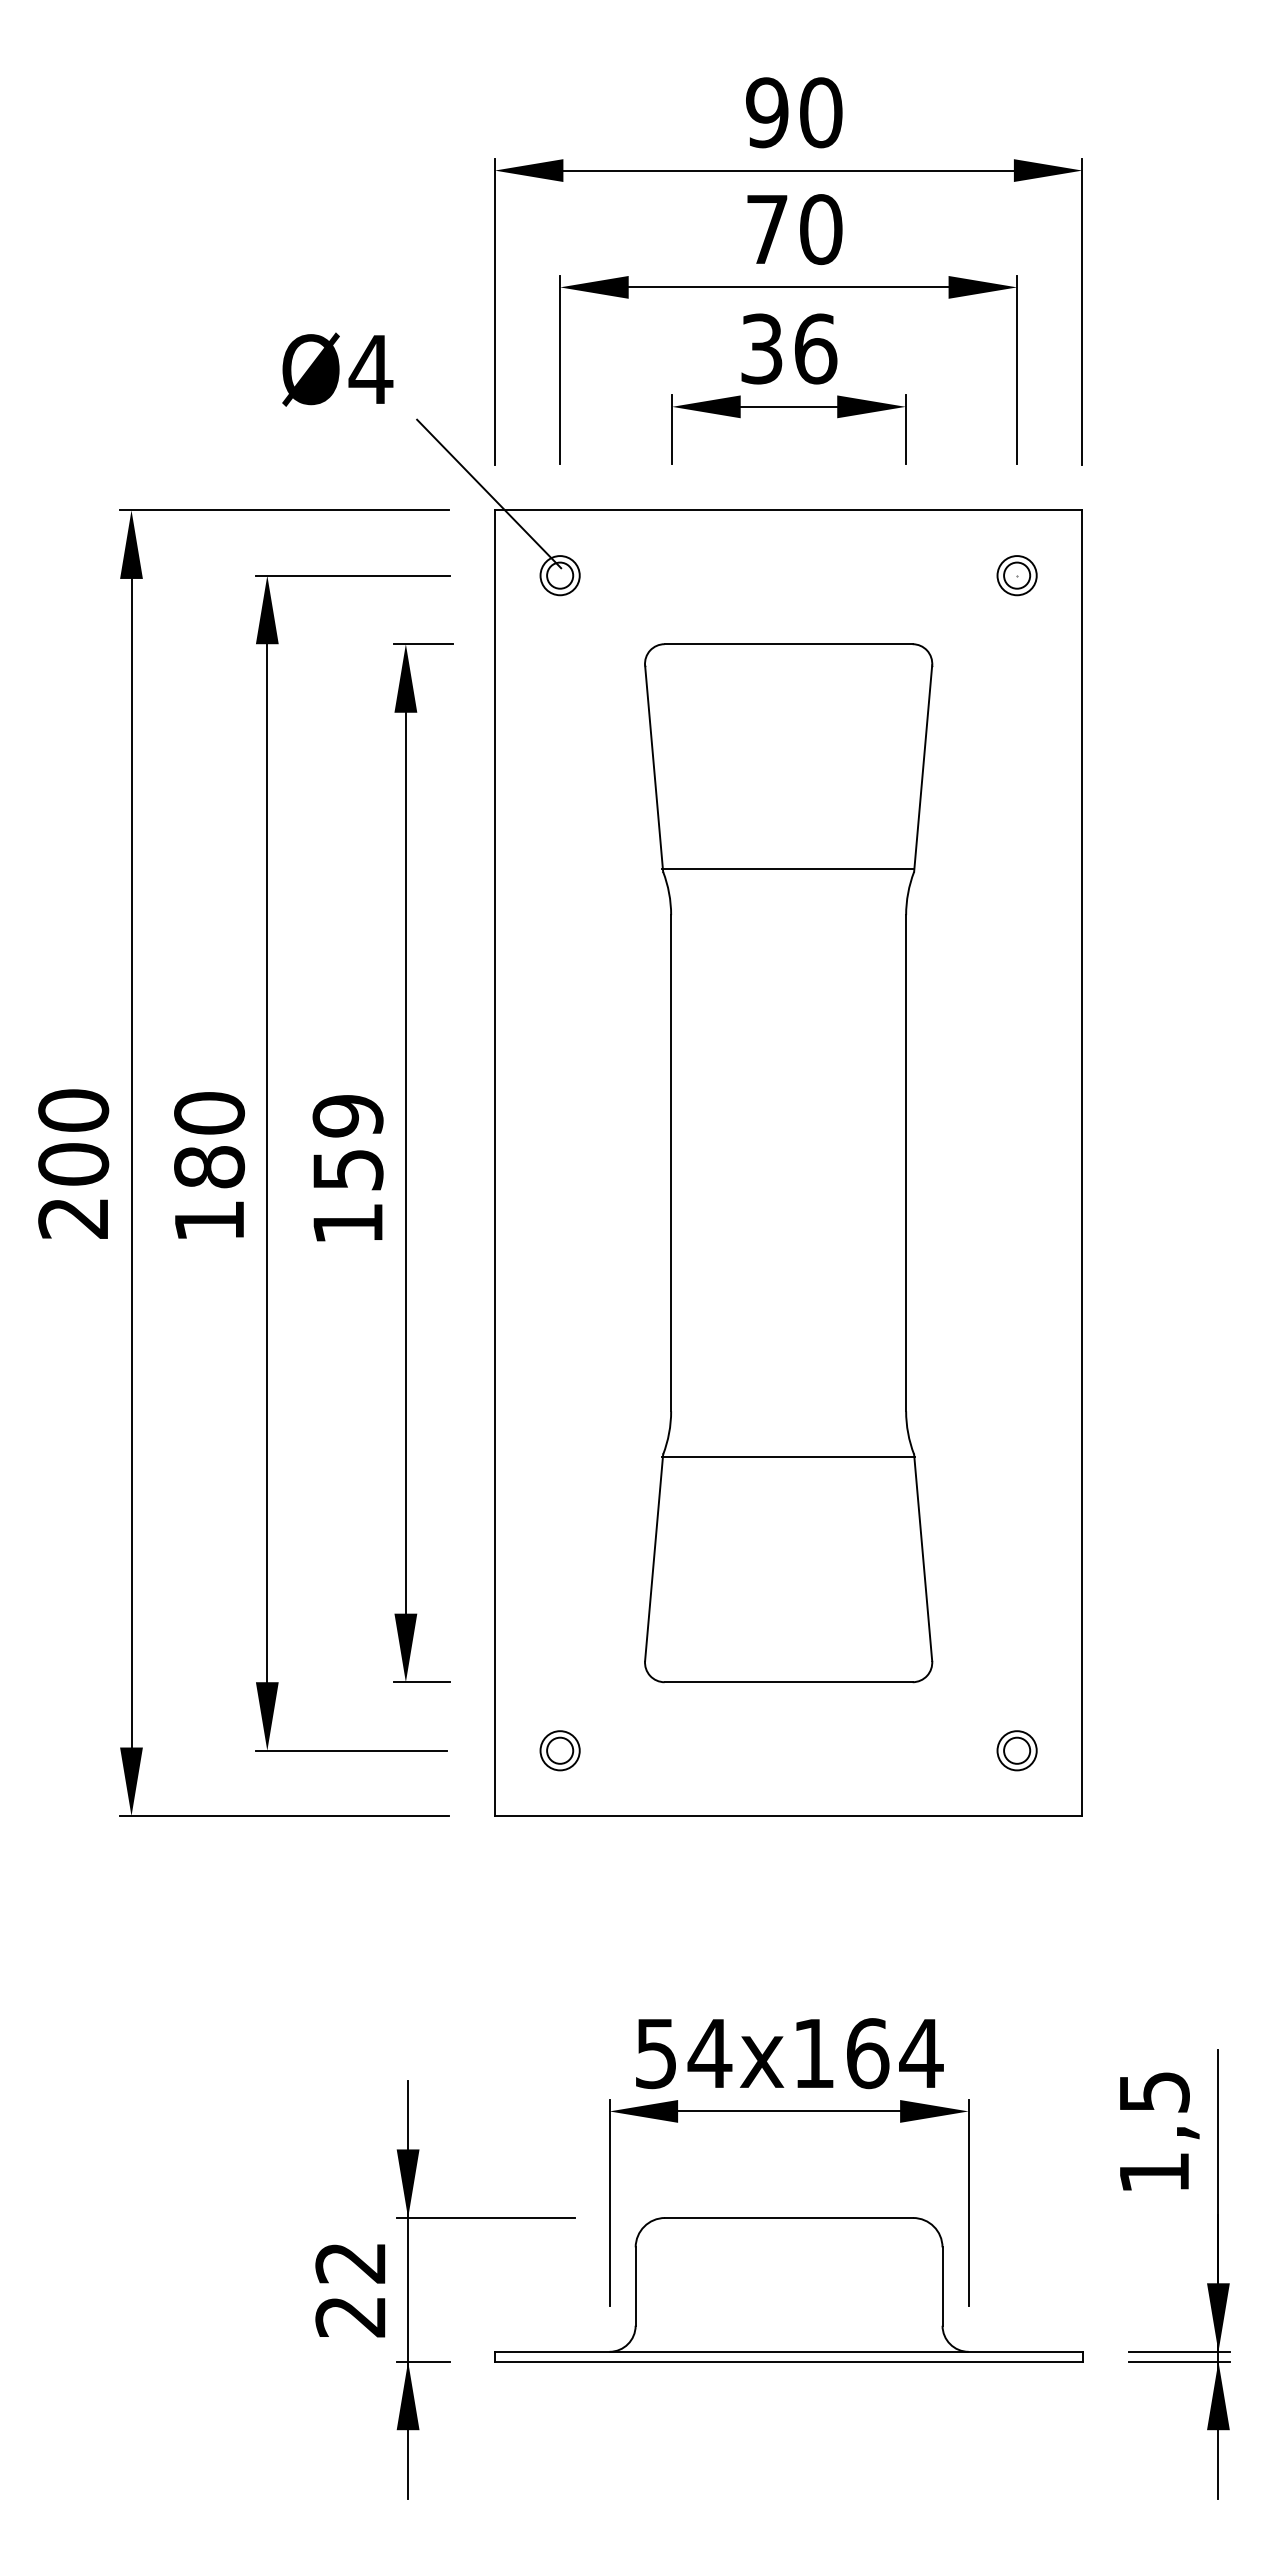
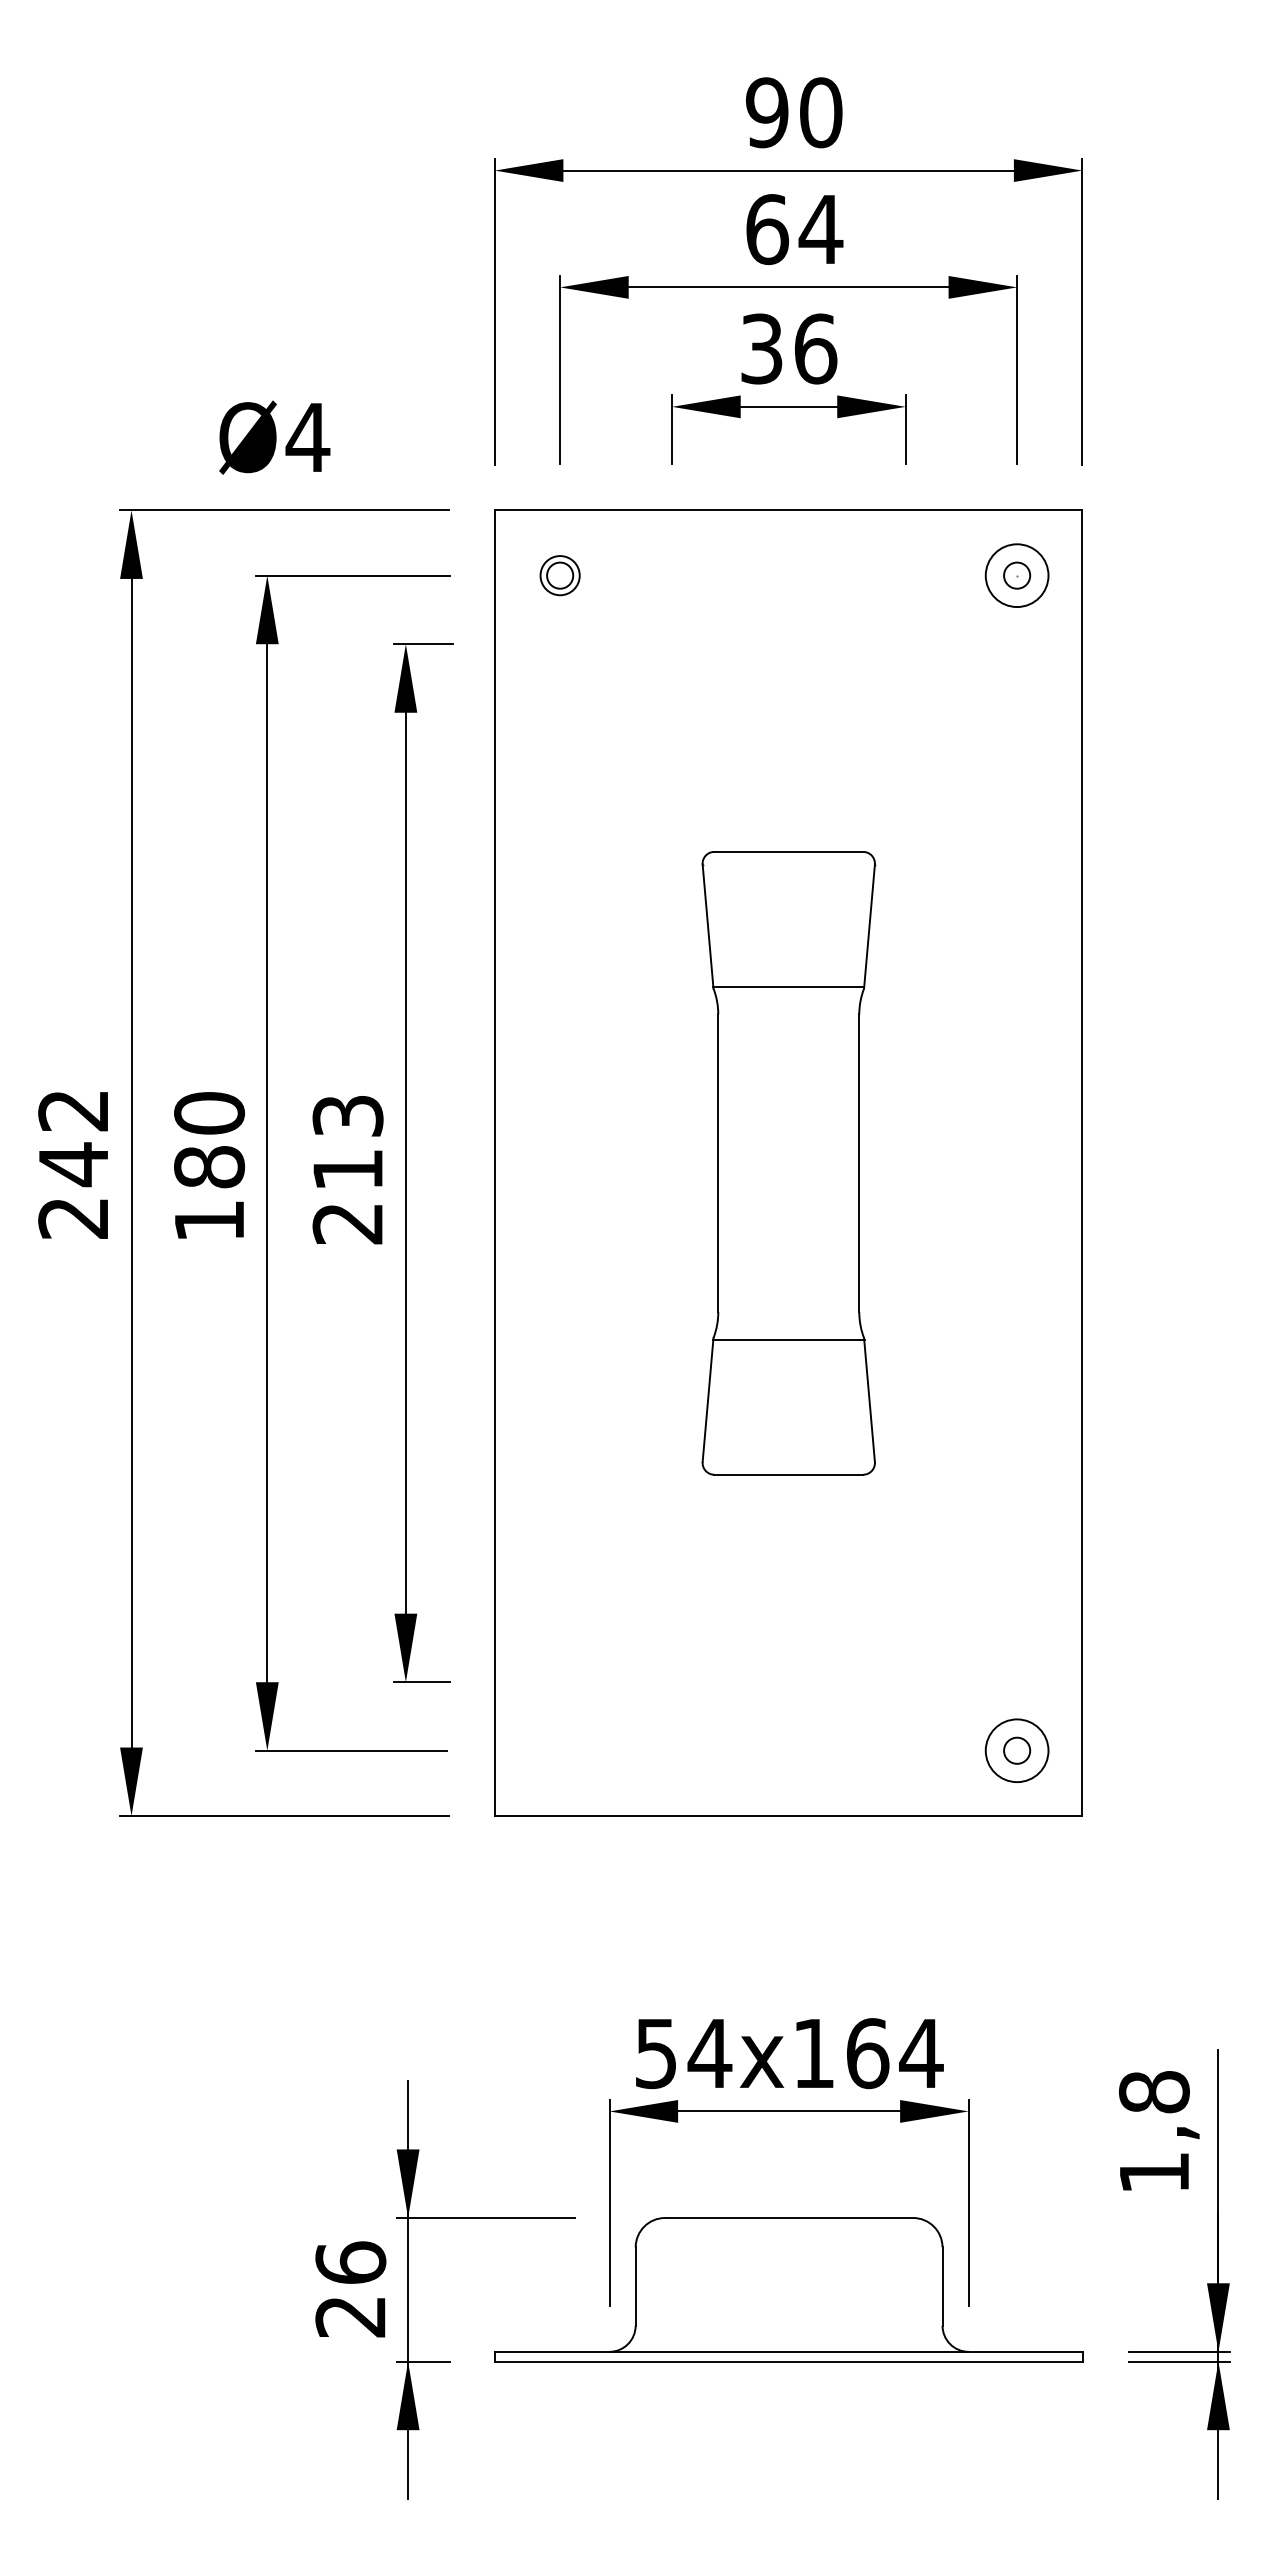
text at (794, 229): 70 -> 64
text at (337, 369) position: (337, 369) -> (274, 437)
line at (489, 493): present -> none
circle at (1016, 575) diameter: 39 px -> 63 px
text at (73, 1138): 200 -> 242
part at (788, 1163) size: 290x1041 px -> 176x625 px
text at (347, 1169): 159 -> 213
part at (559, 1750): present -> none
circle at (1016, 1750) diameter: 39 px -> 63 px
text at (1154, 2092): 1,5 -> 1,8
text at (350, 2262): 22 -> 26
